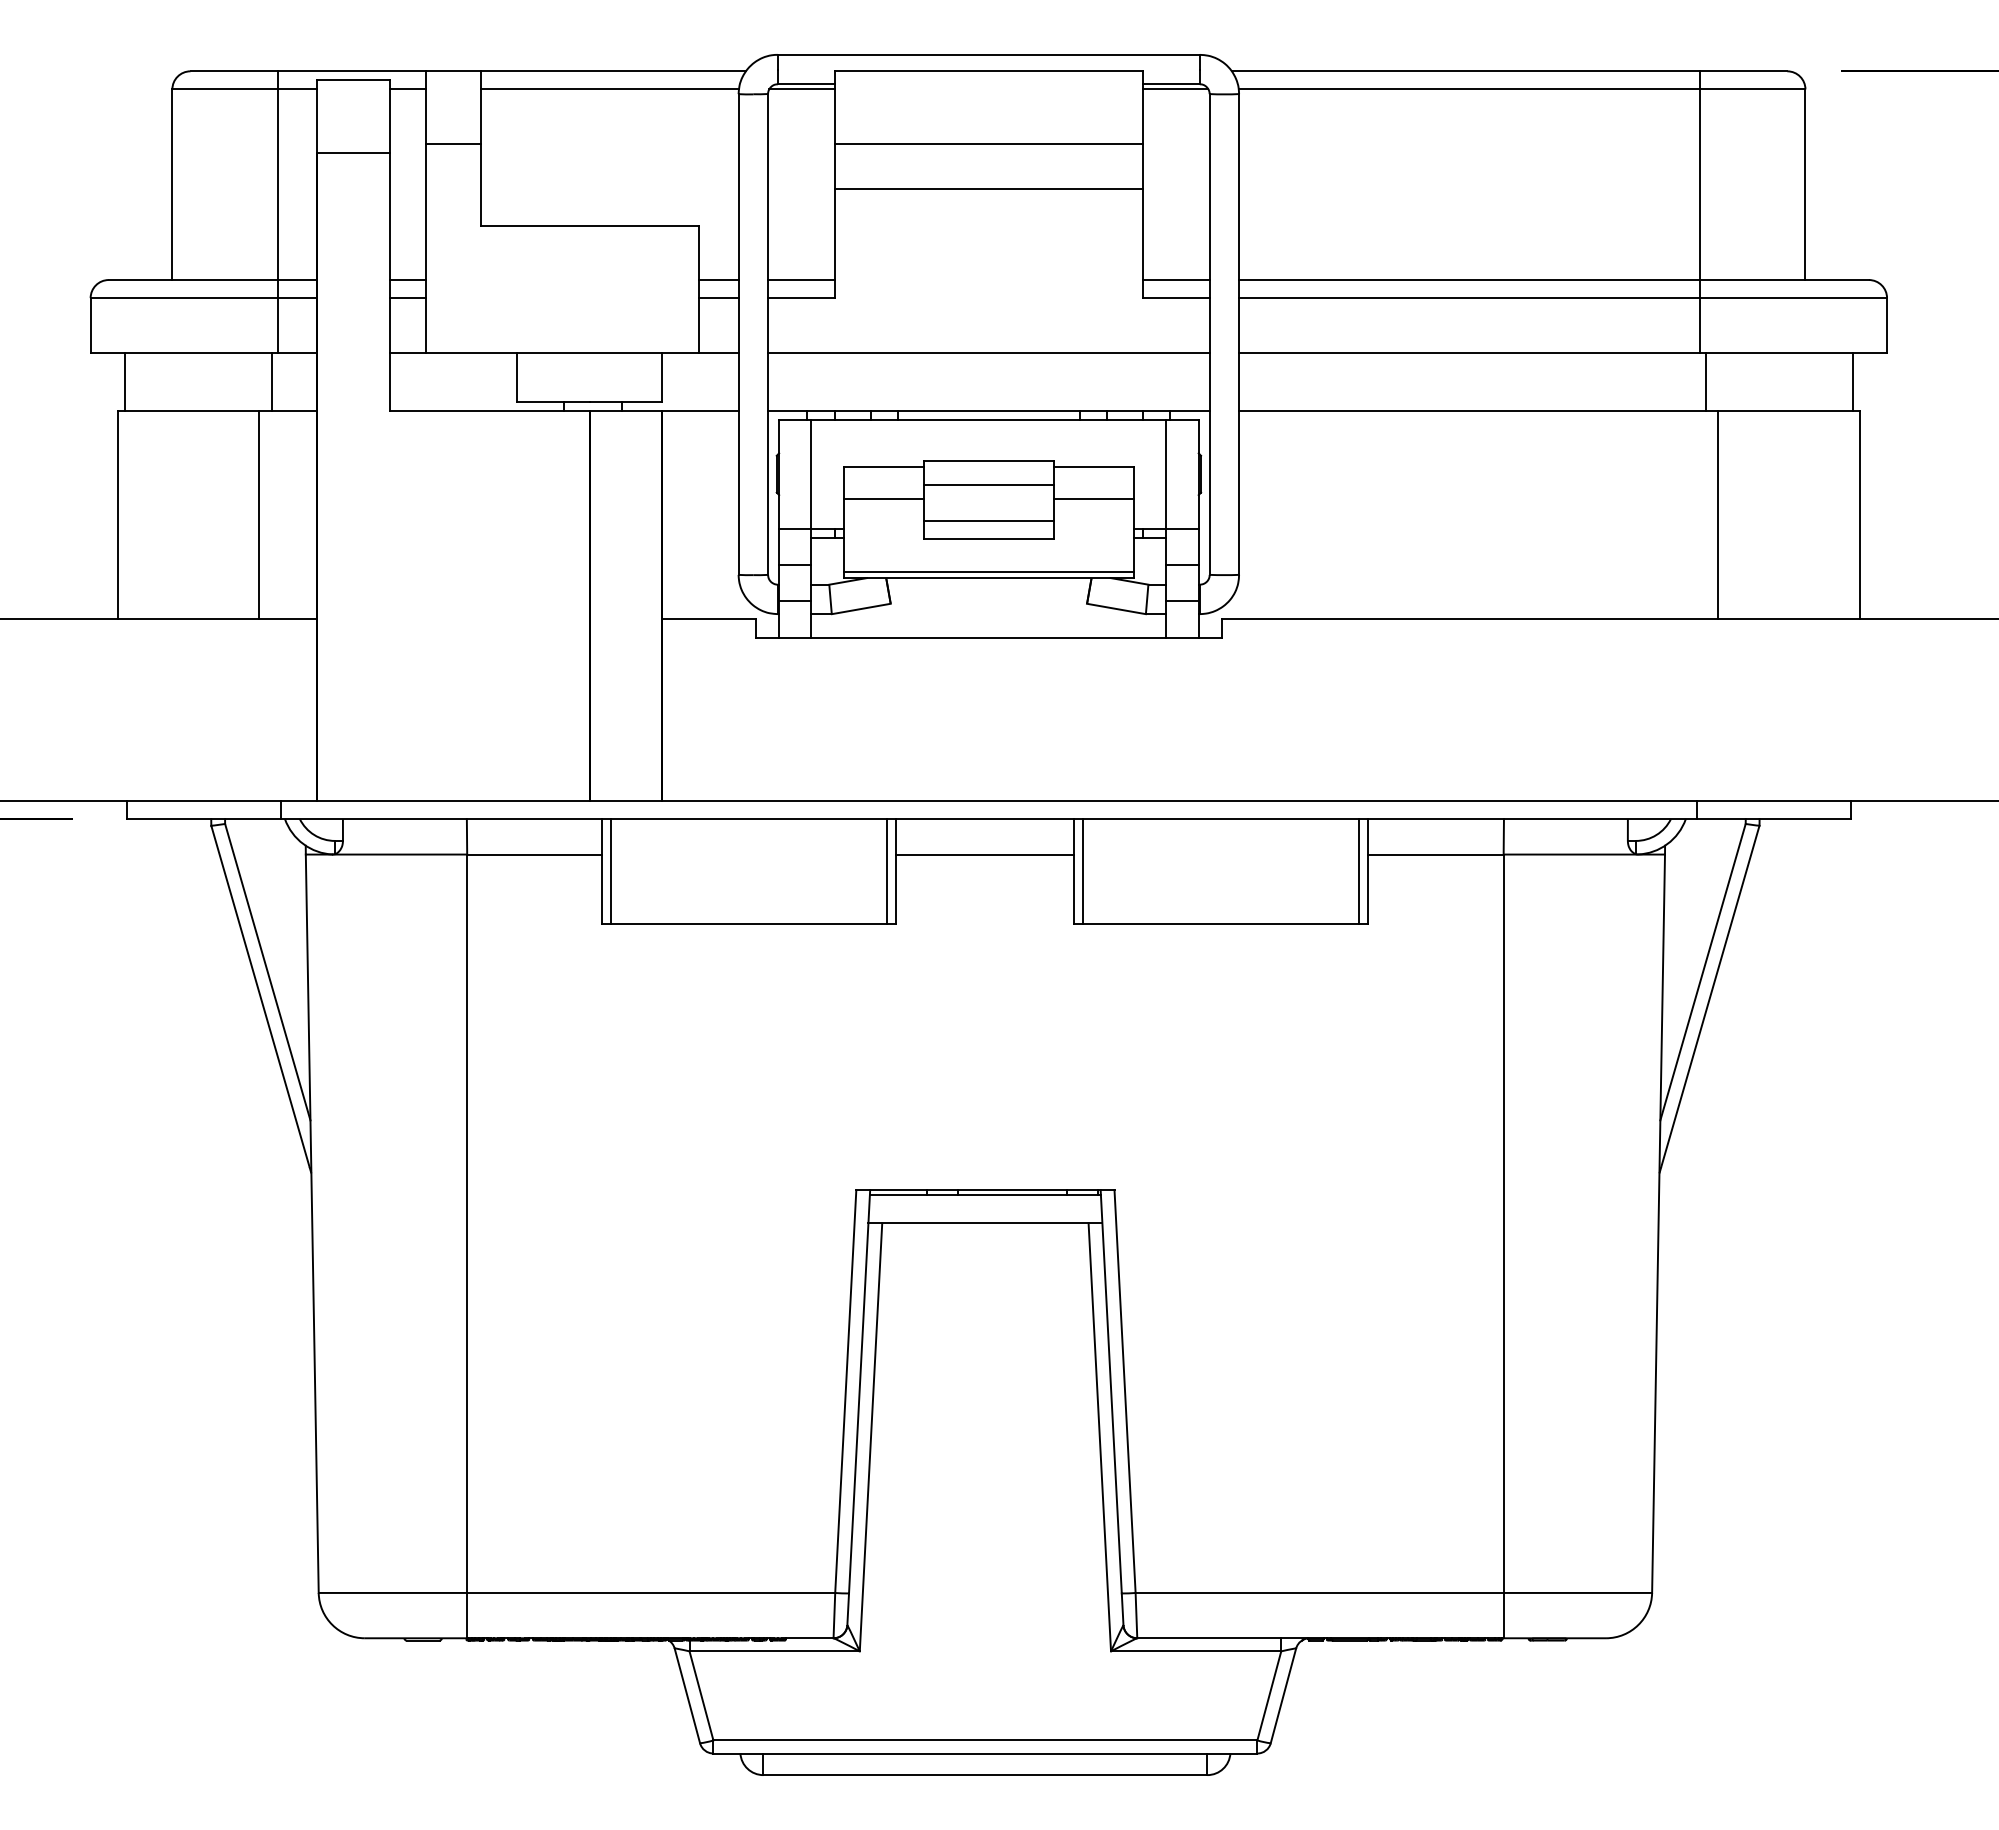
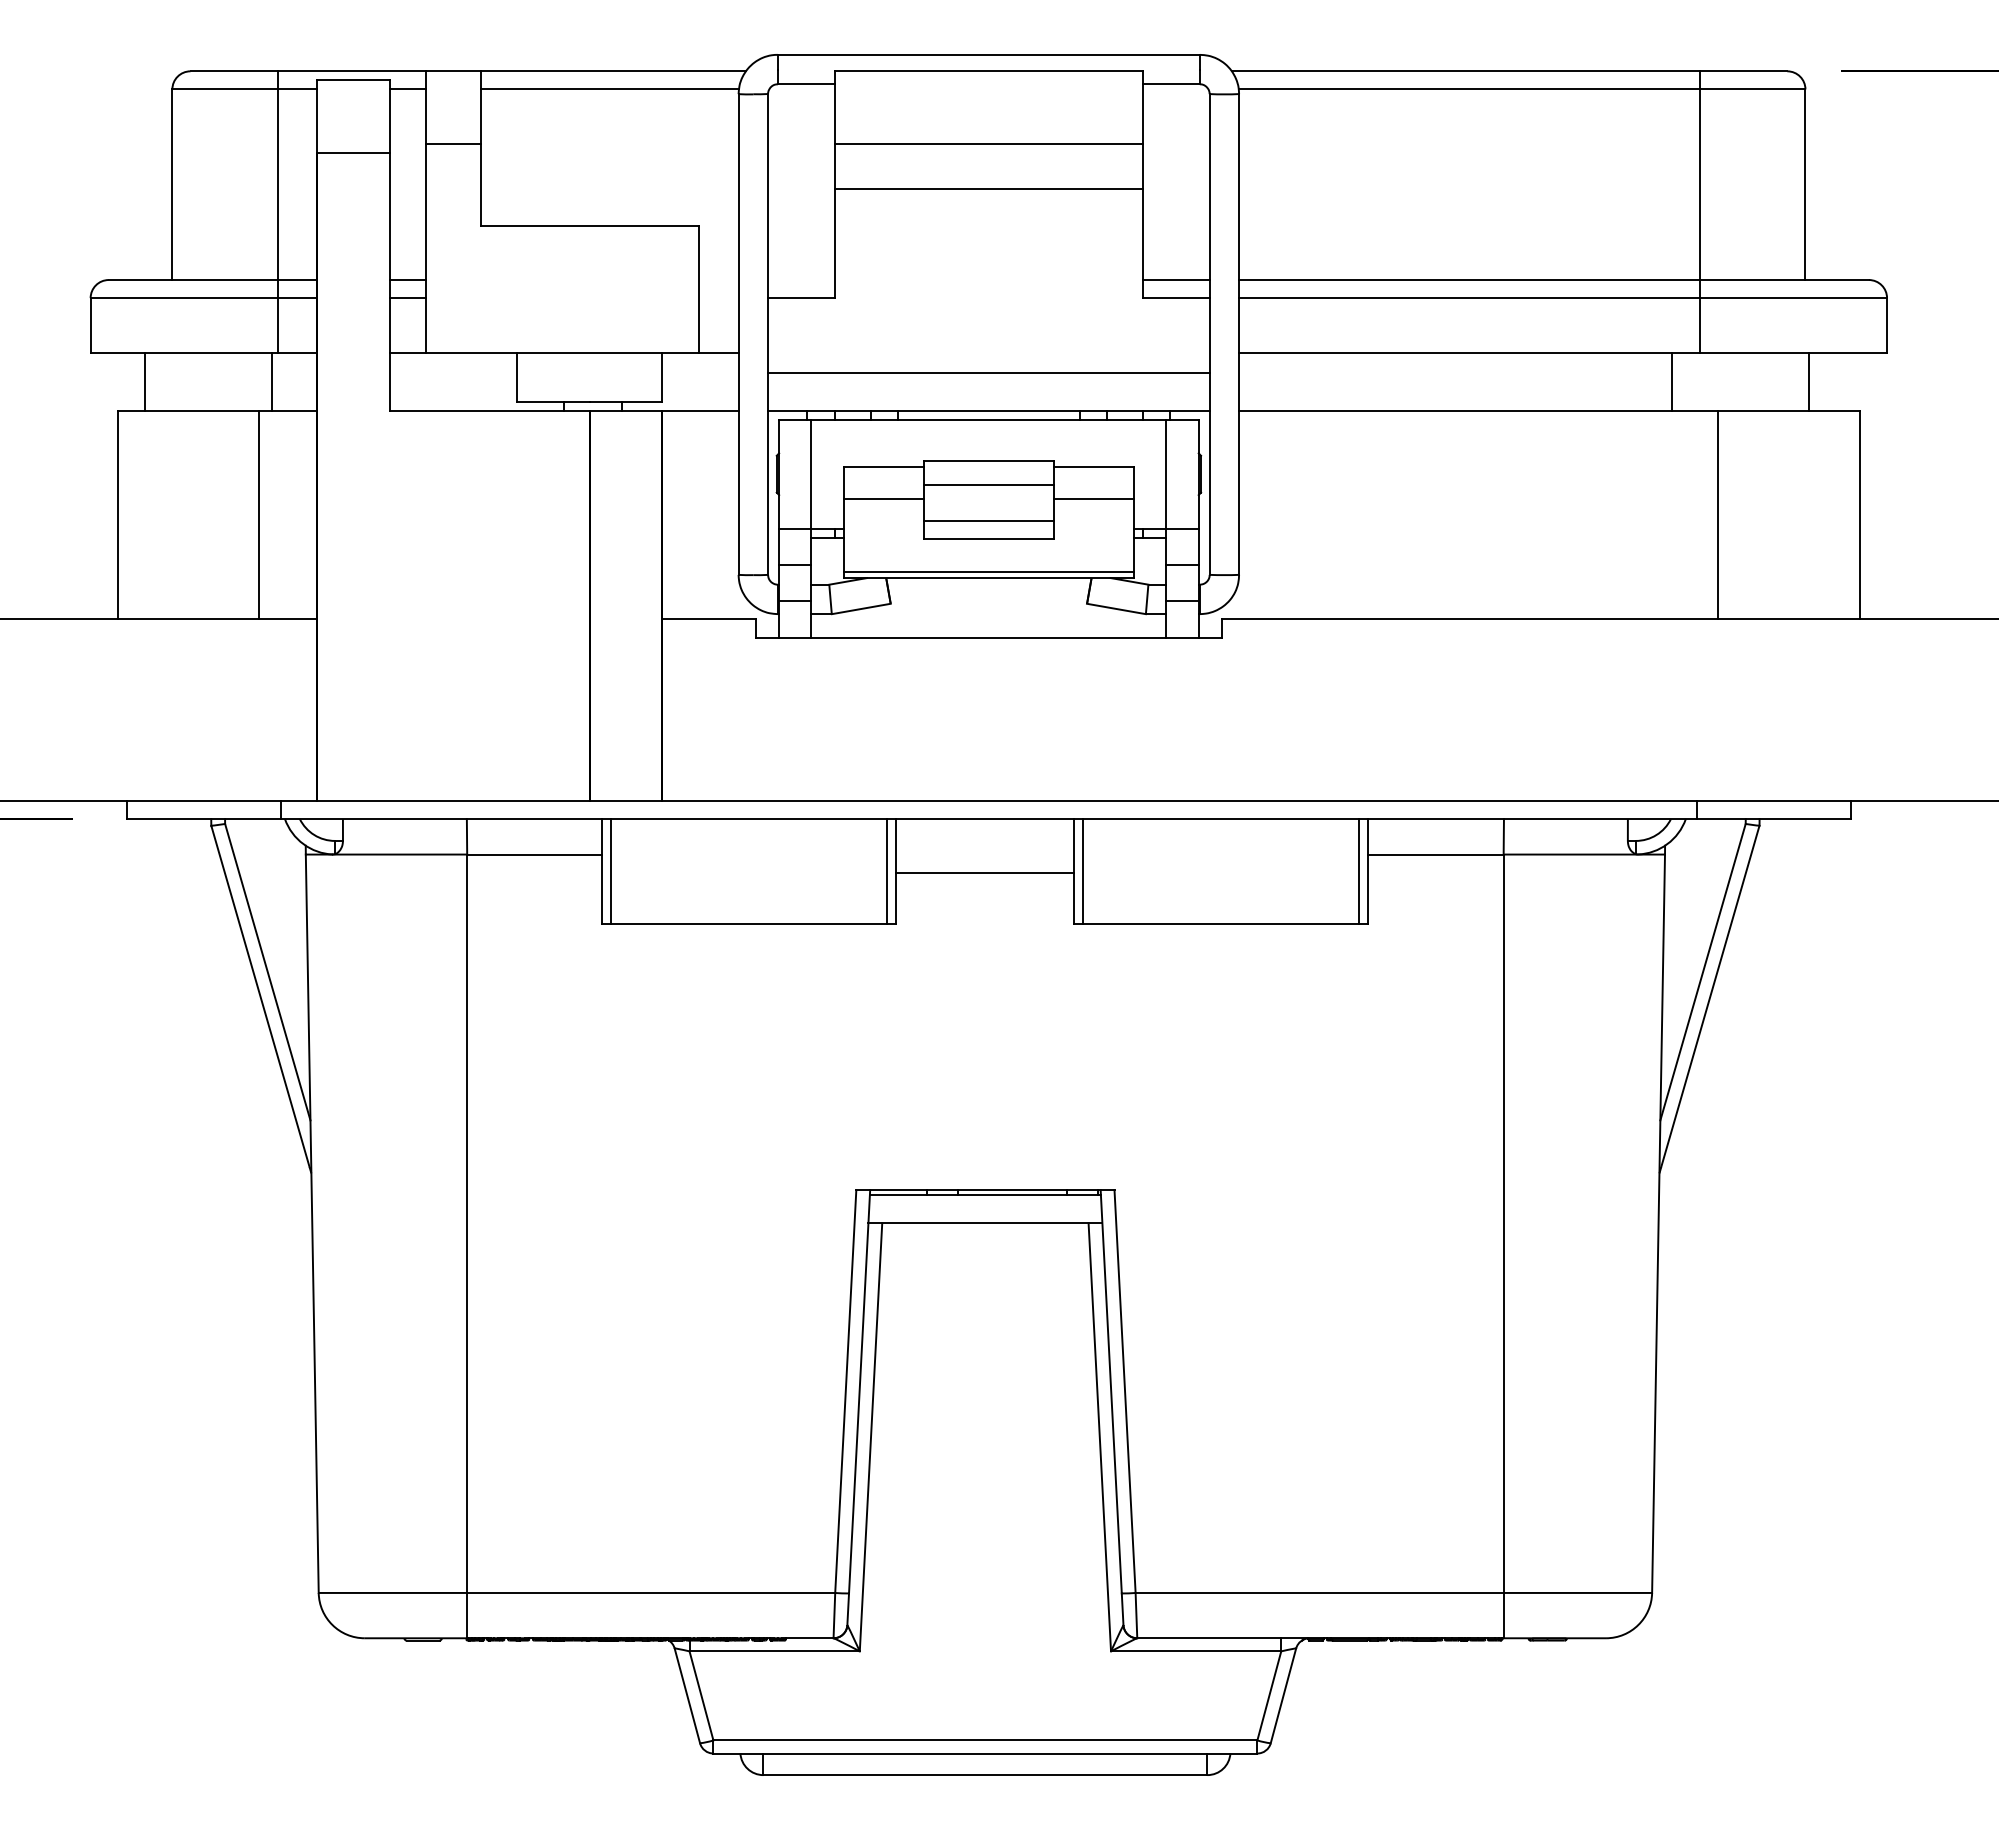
line at (801, 89): present -> none
line at (1175, 89): present -> none
line at (718, 280): present -> none
line at (801, 280): present -> none
line at (718, 298): present -> none
line at (988, 352) position: (988, 352) -> (988, 372)
line at (124, 381) position: (124, 381) -> (144, 381)
line at (1705, 381) position: (1705, 381) -> (1671, 381)
line at (1853, 381) position: (1853, 381) -> (1809, 381)
line at (984, 854) position: (984, 854) -> (984, 872)
